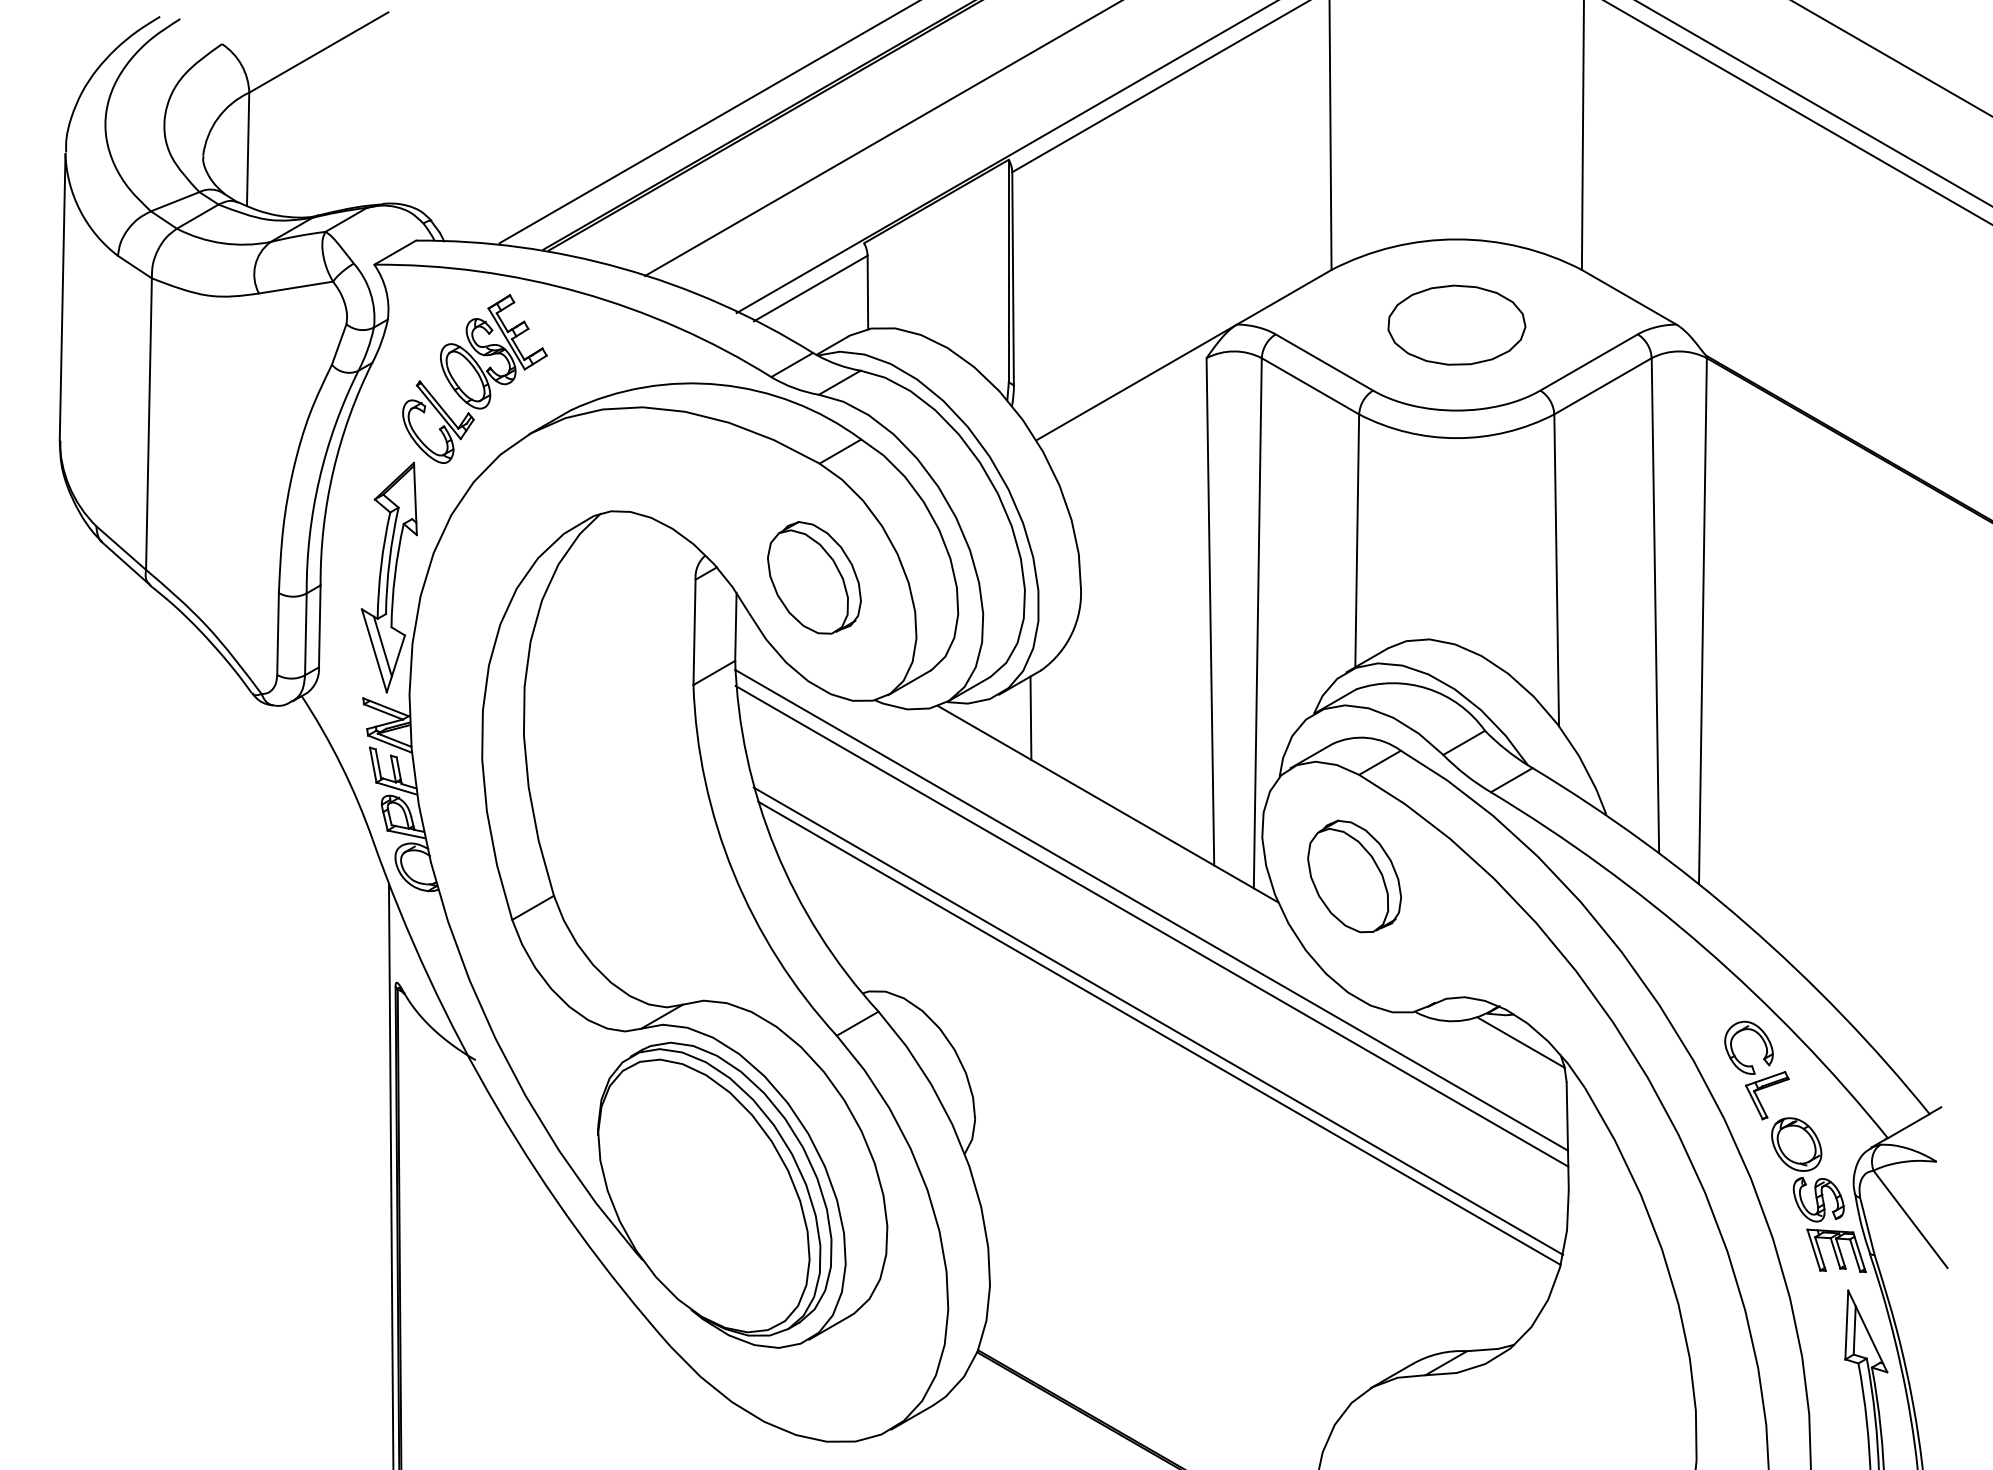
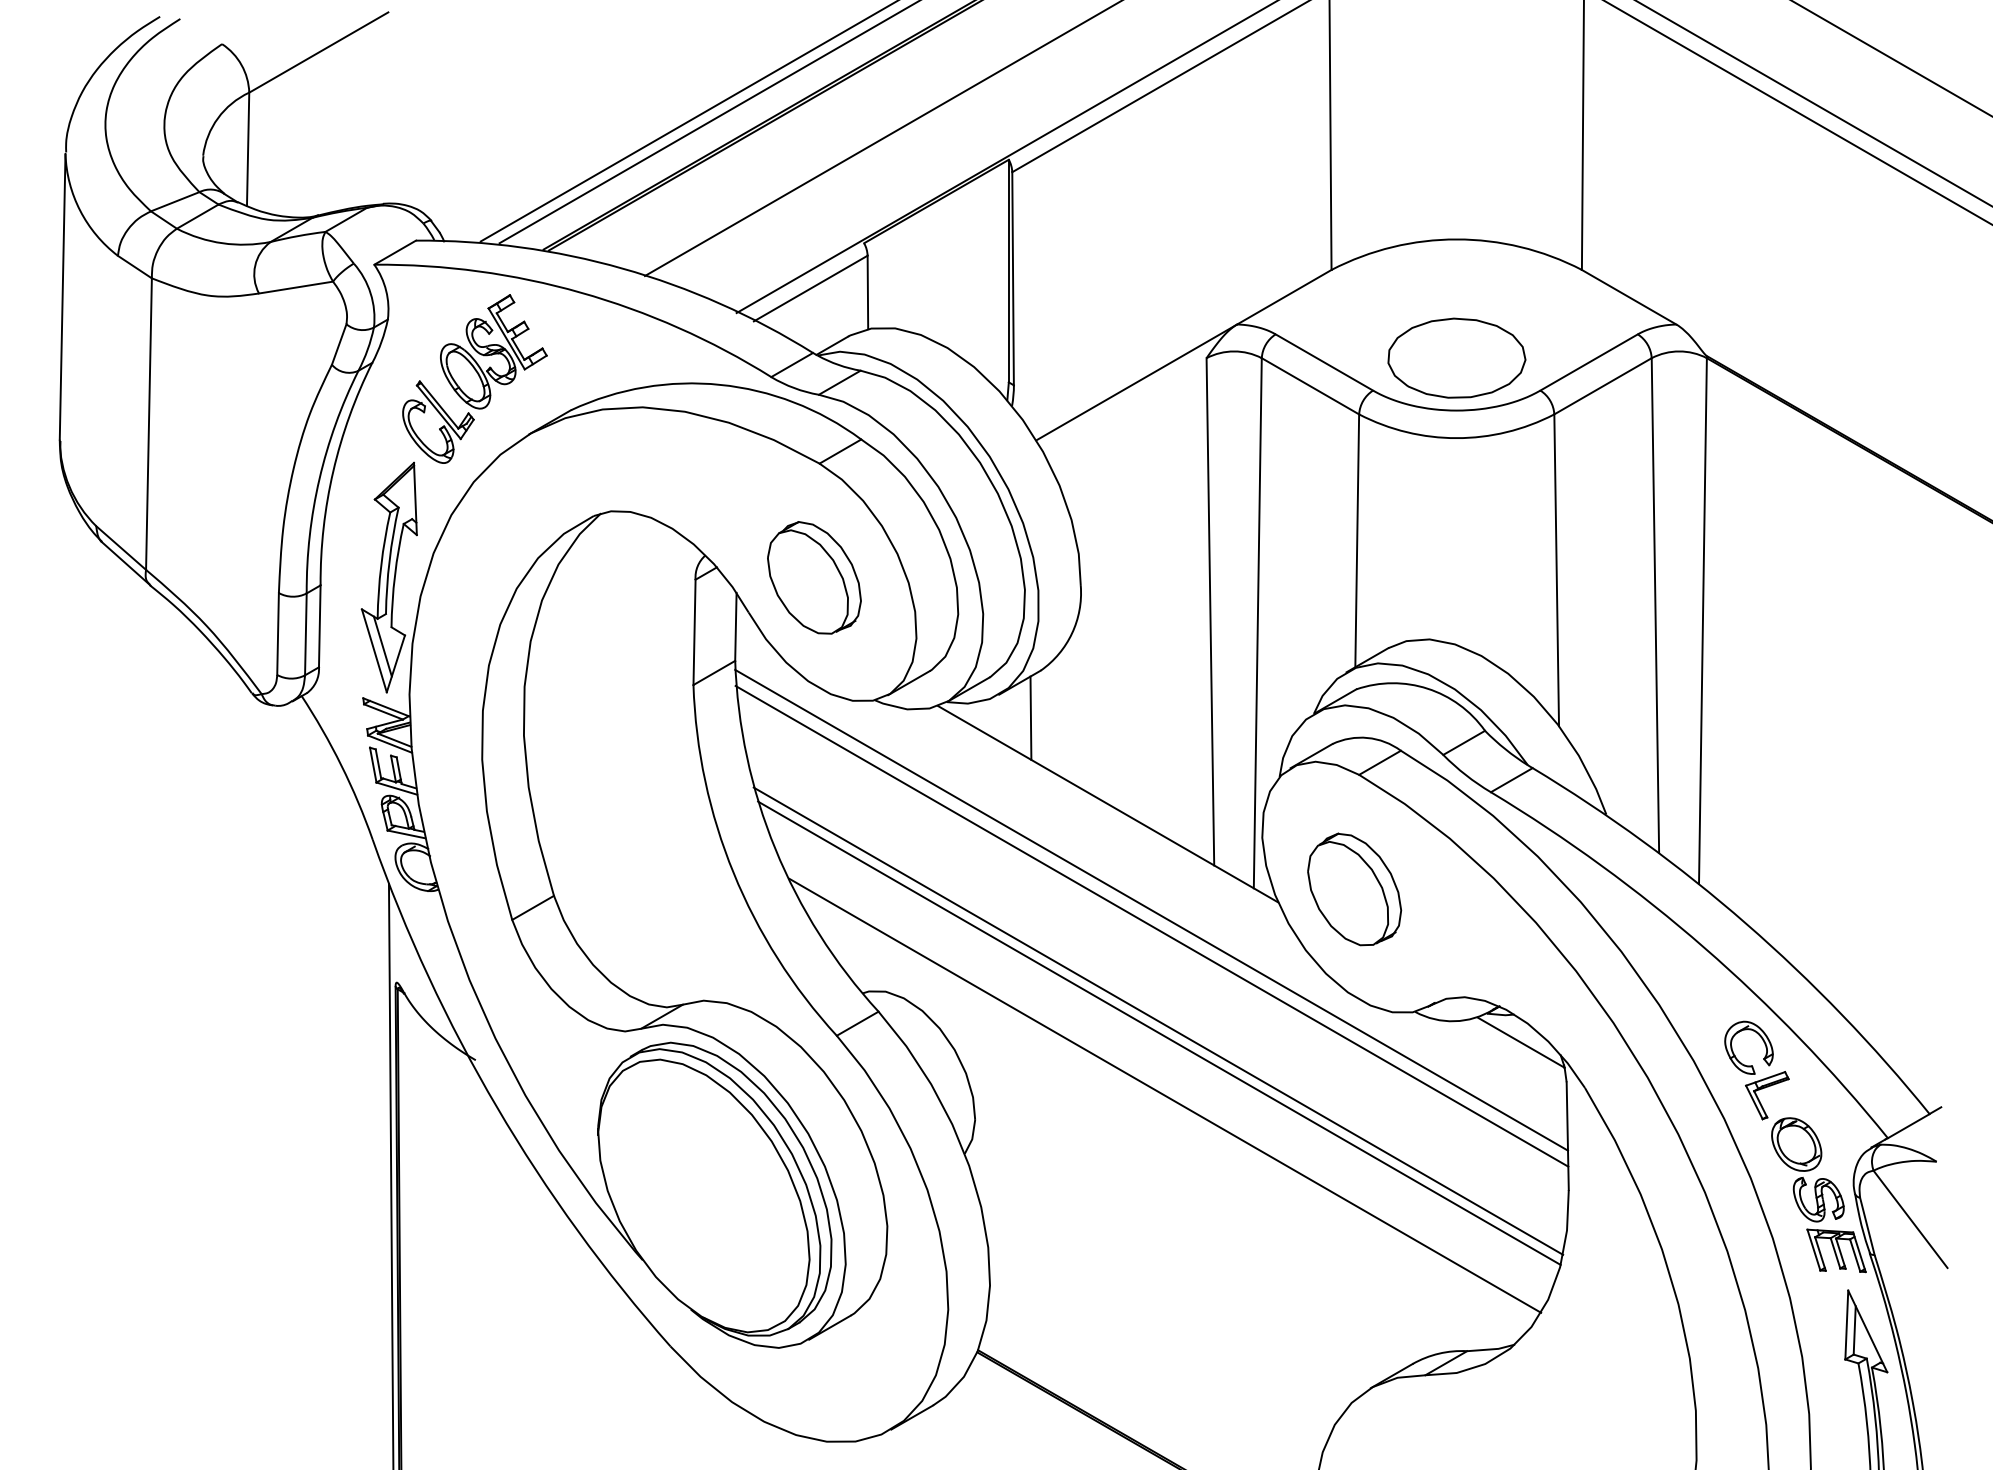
line at (687, 121): none -> present
part at (1456, 324) position: (1456, 324) -> (1456, 357)
part at (1354, 876) position: (1354, 876) -> (1354, 889)
line at (1165, 1095): none -> present
